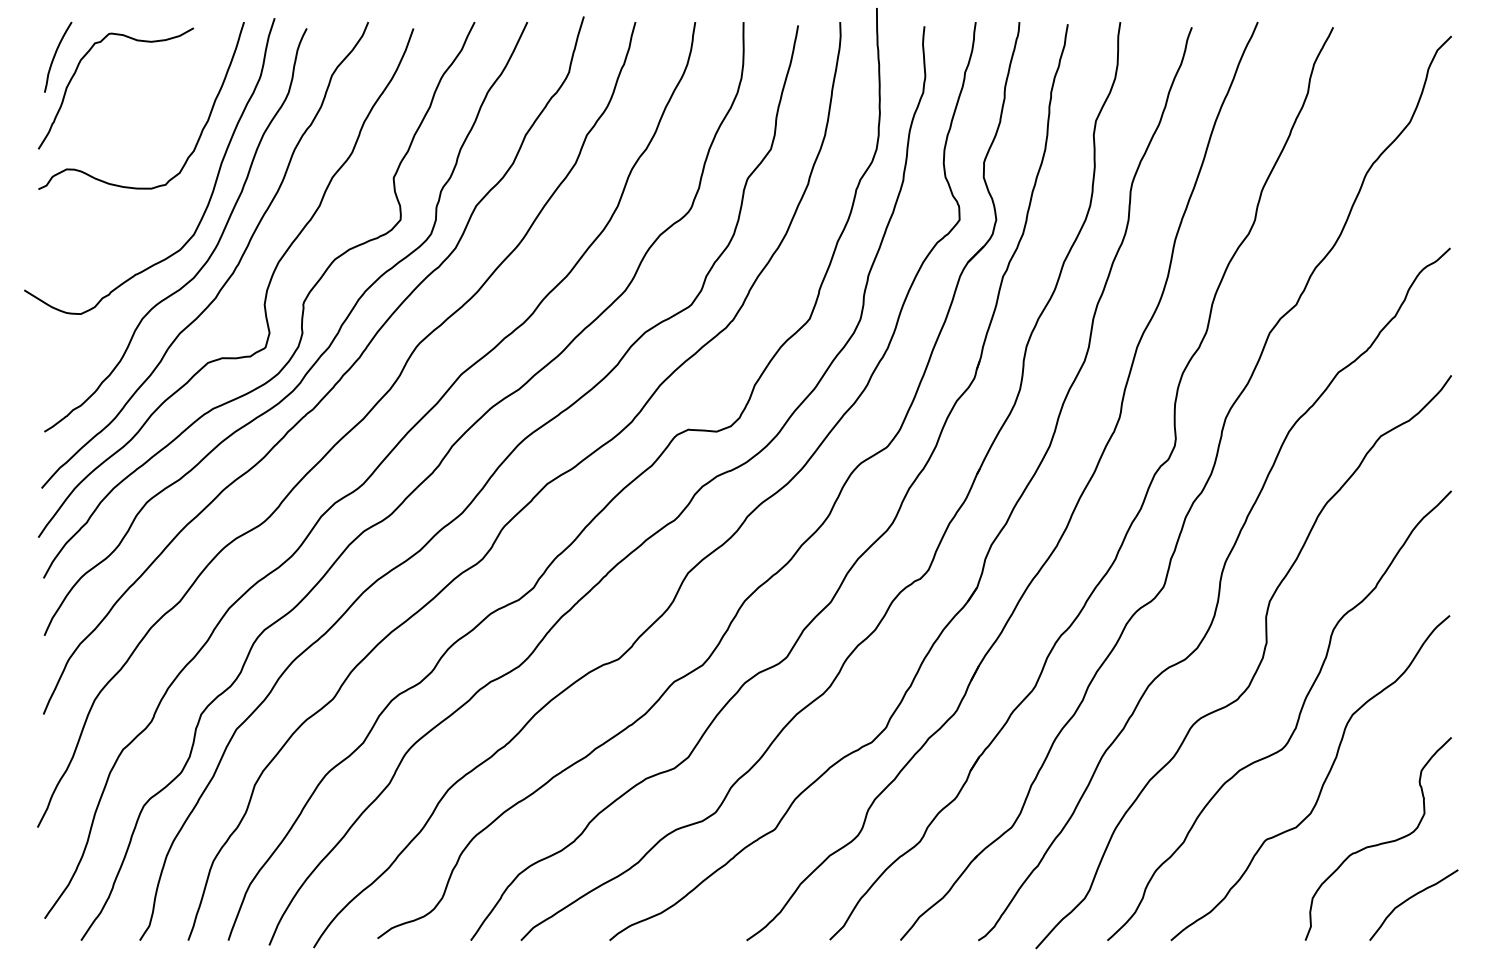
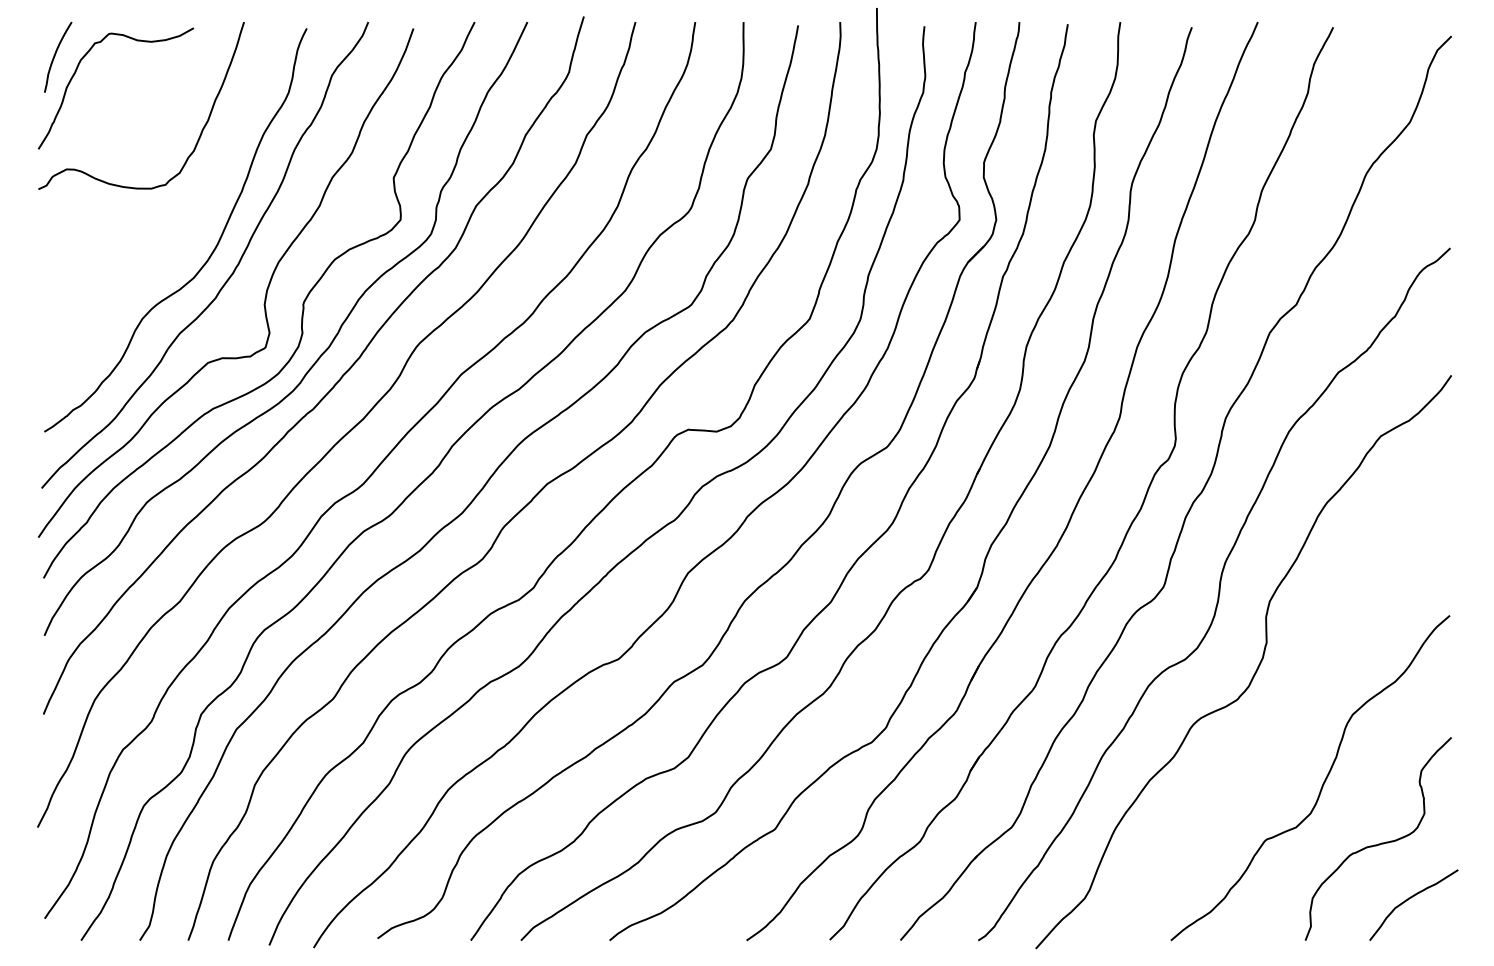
curve at (214, 182): present -> none
curve at (1297, 718): present -> none
